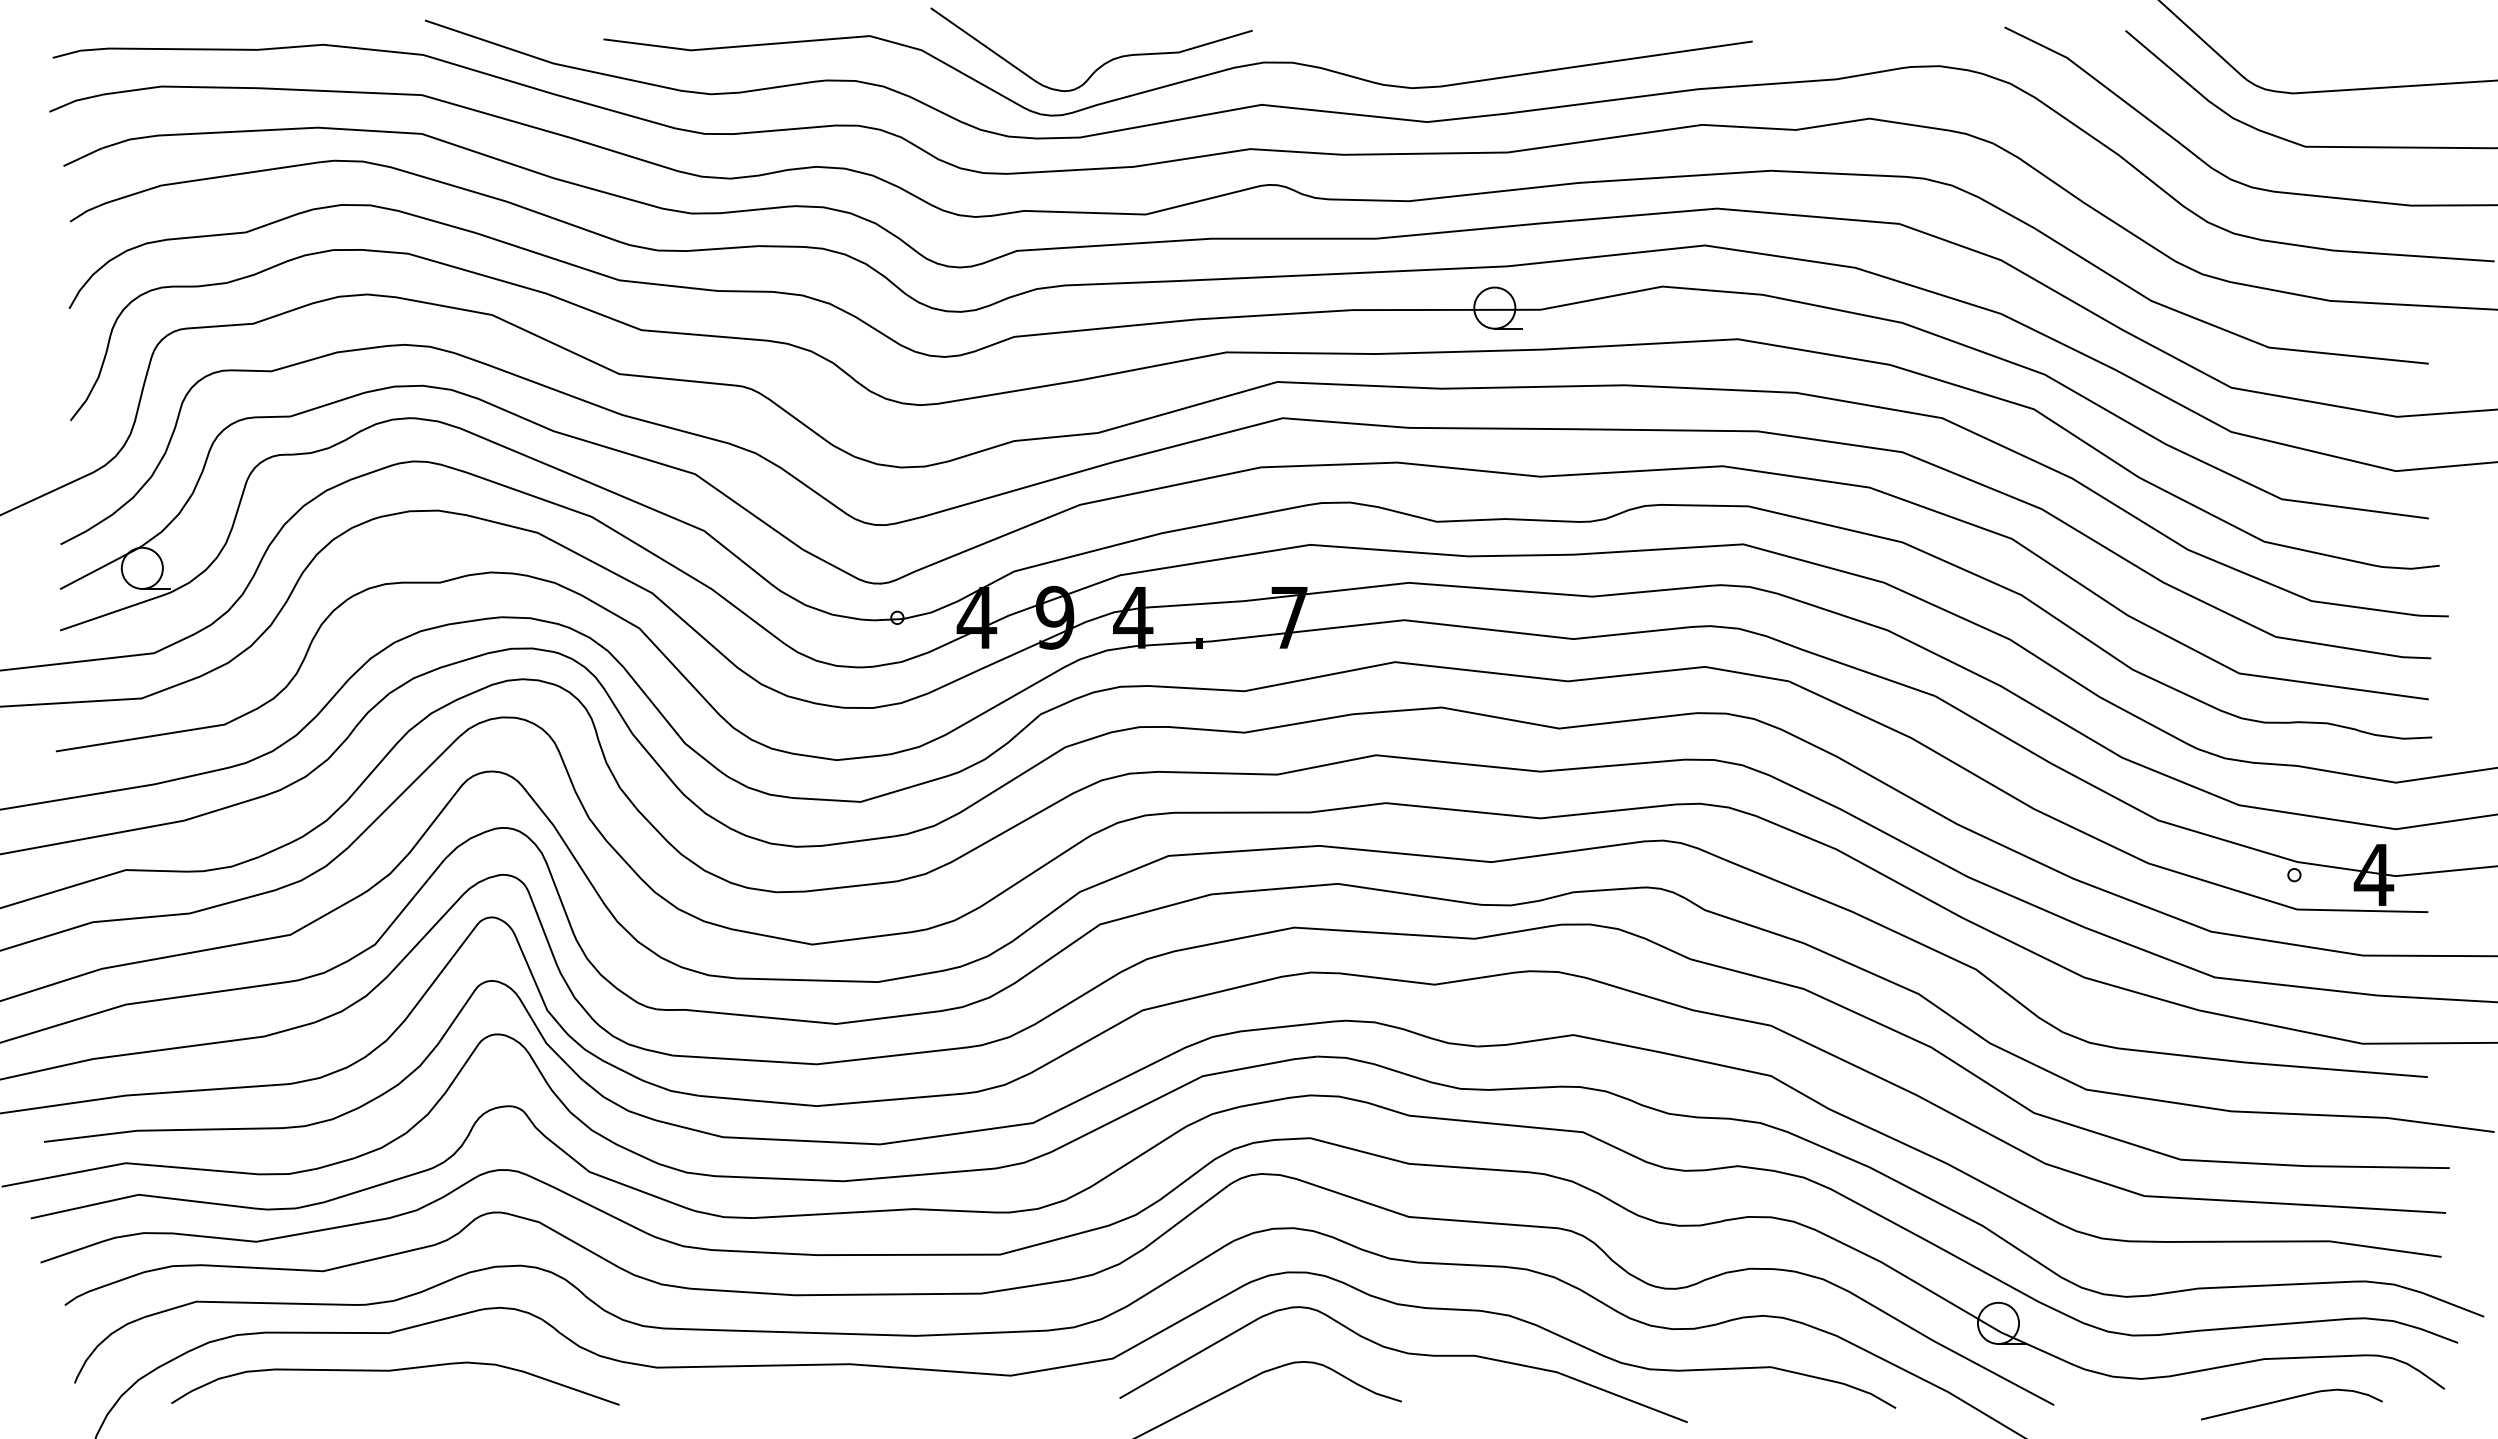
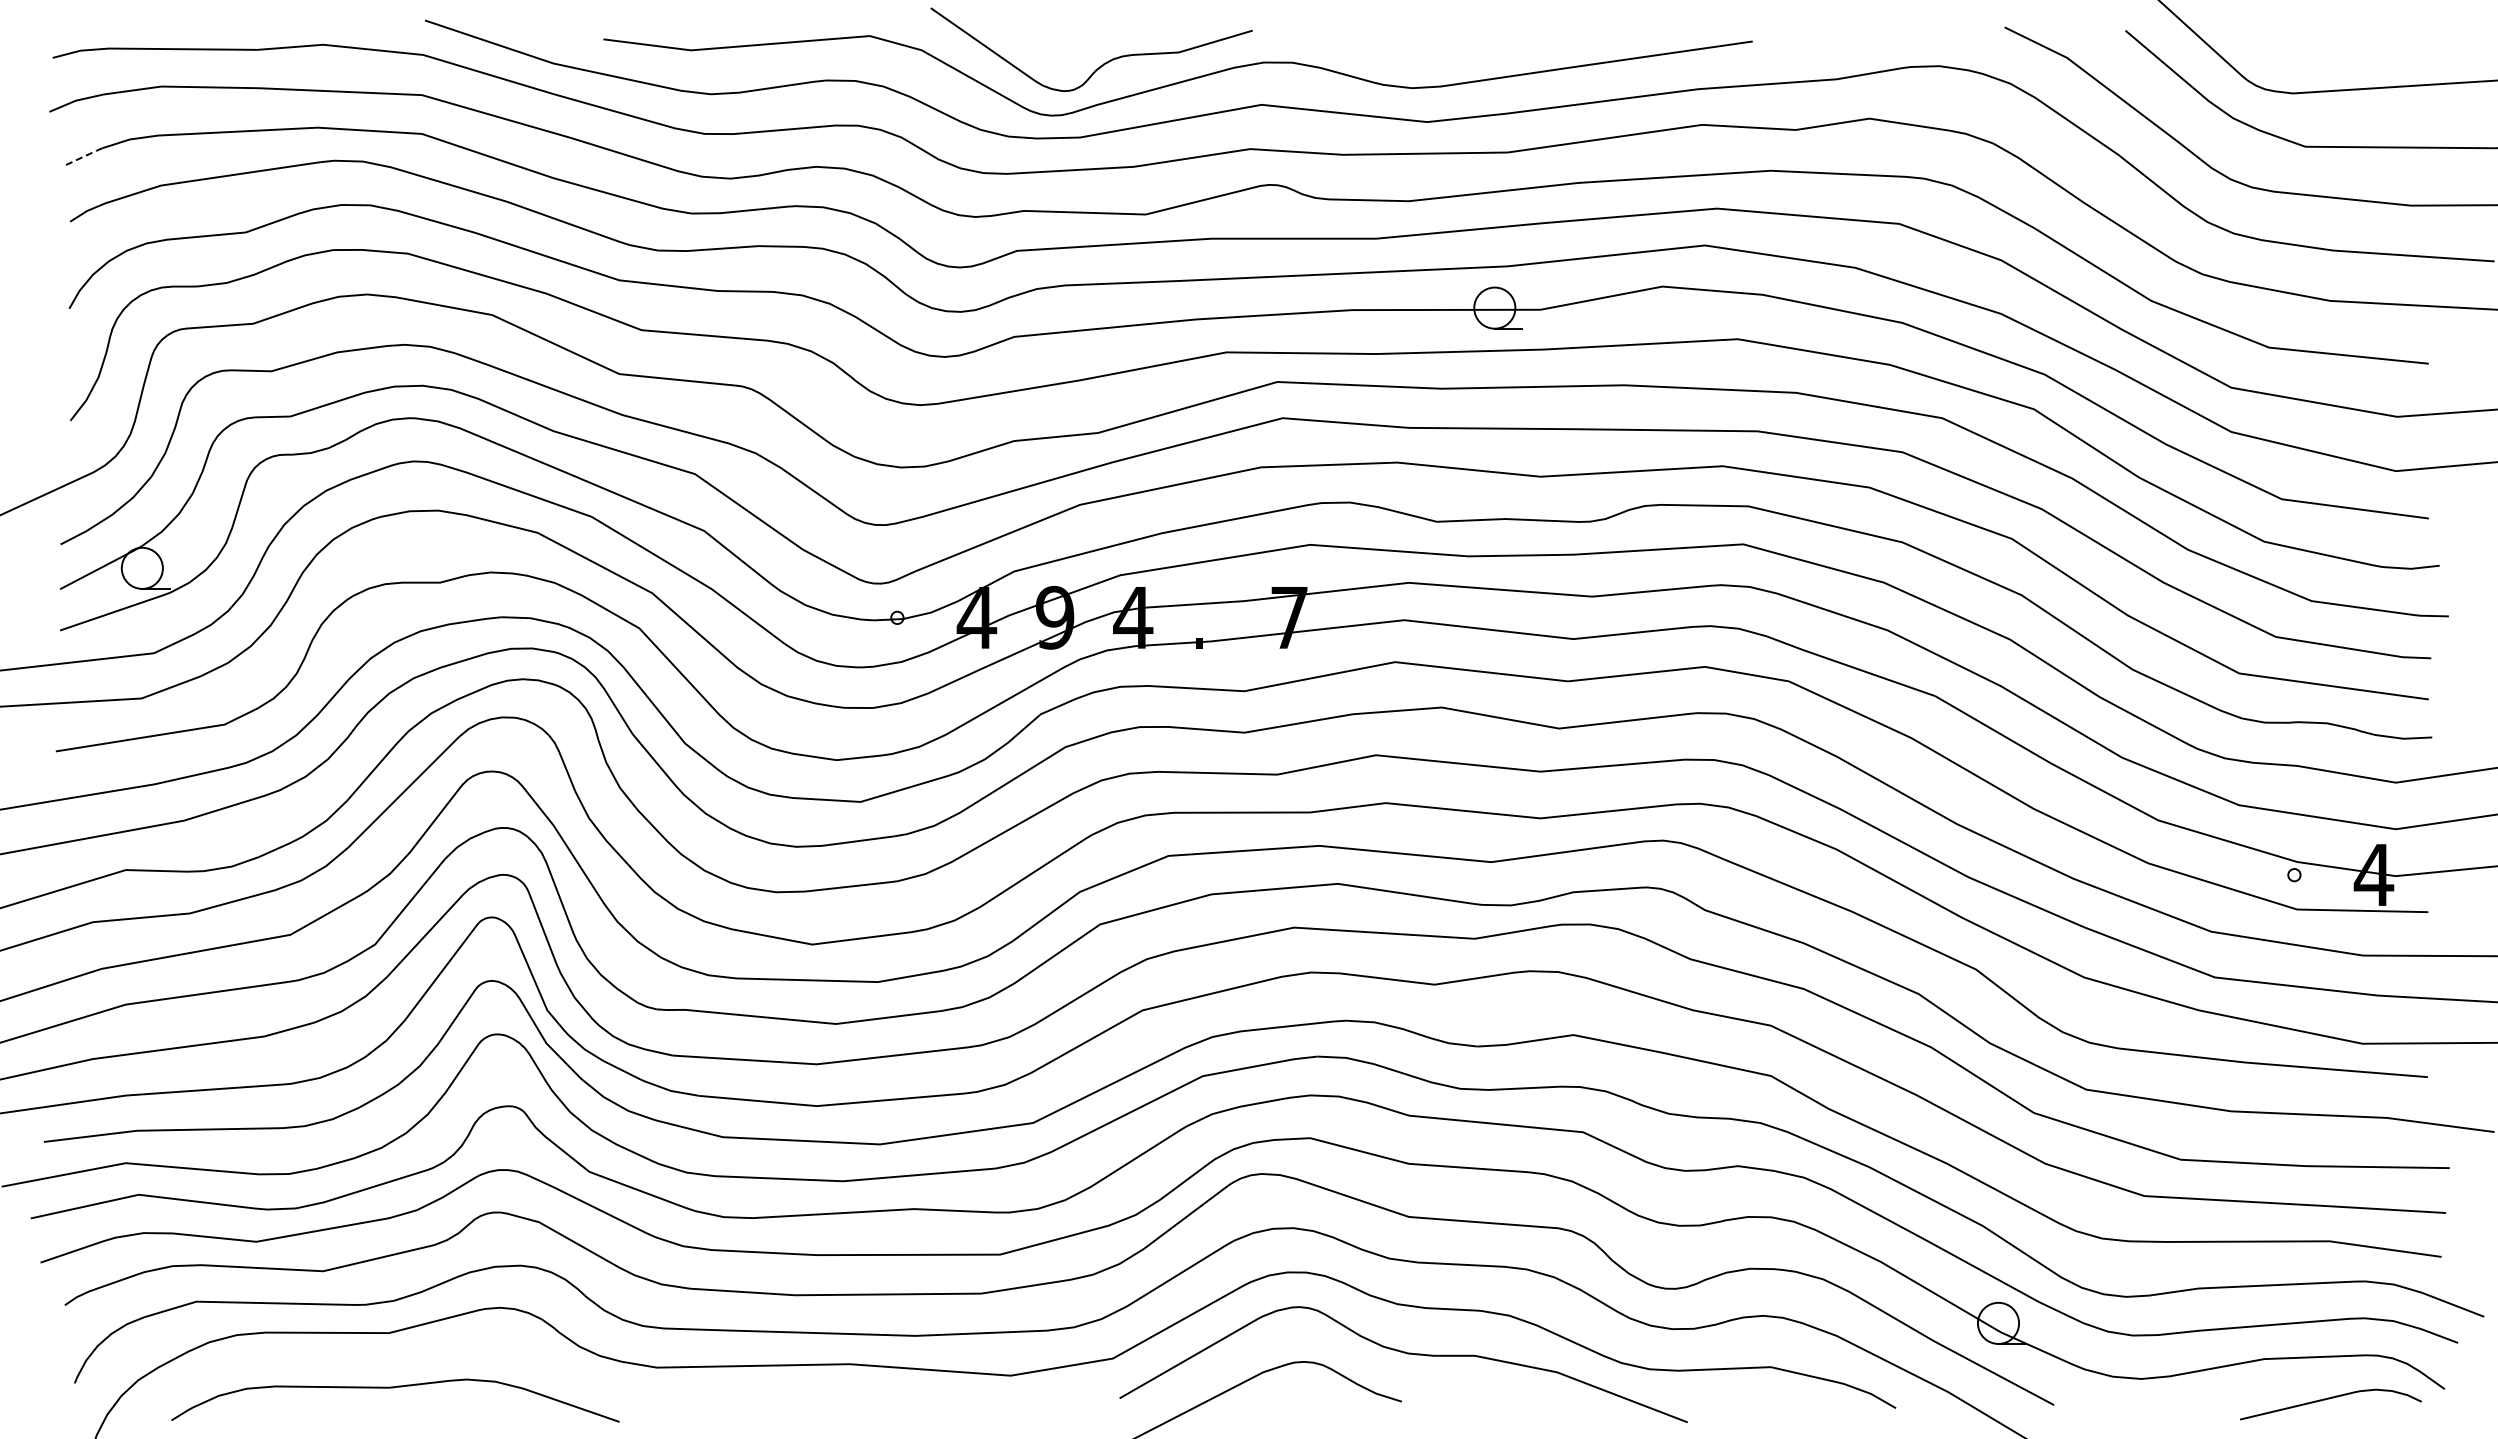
line at (83, 156): solid -> dashed
curve at (393, 1371) position: (393, 1371) -> (393, 1388)
curve at (2290, 1399) position: (2290, 1399) -> (2329, 1399)
